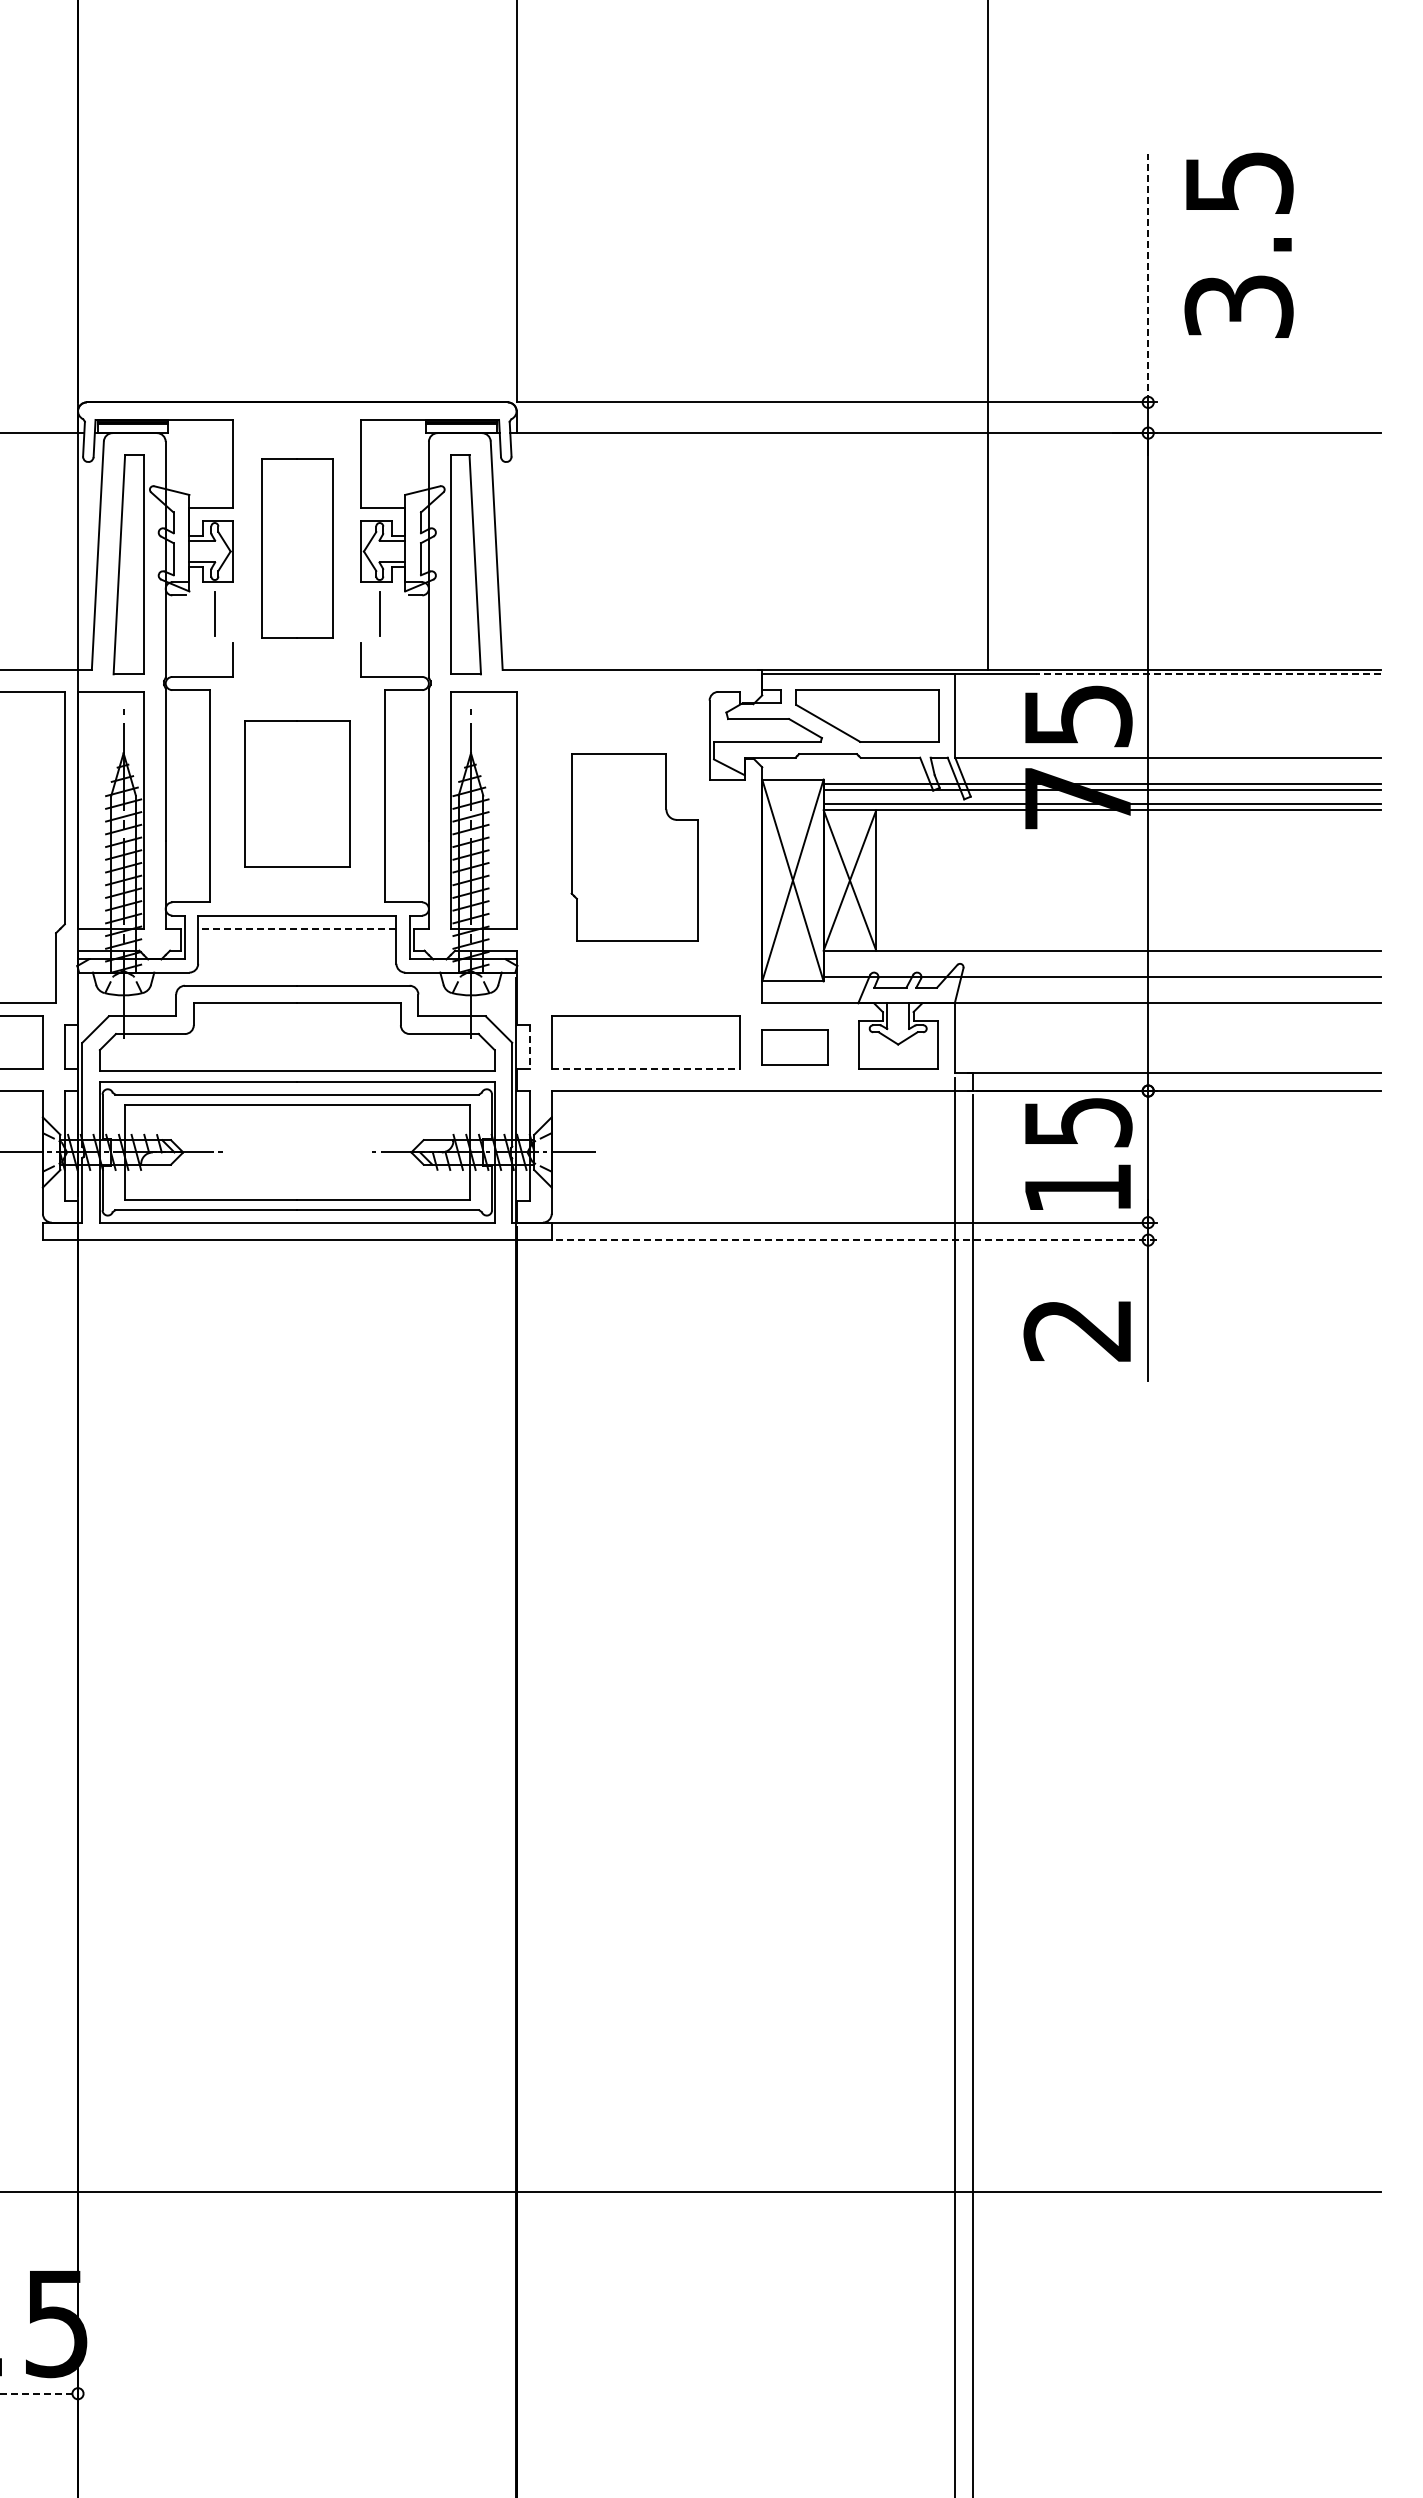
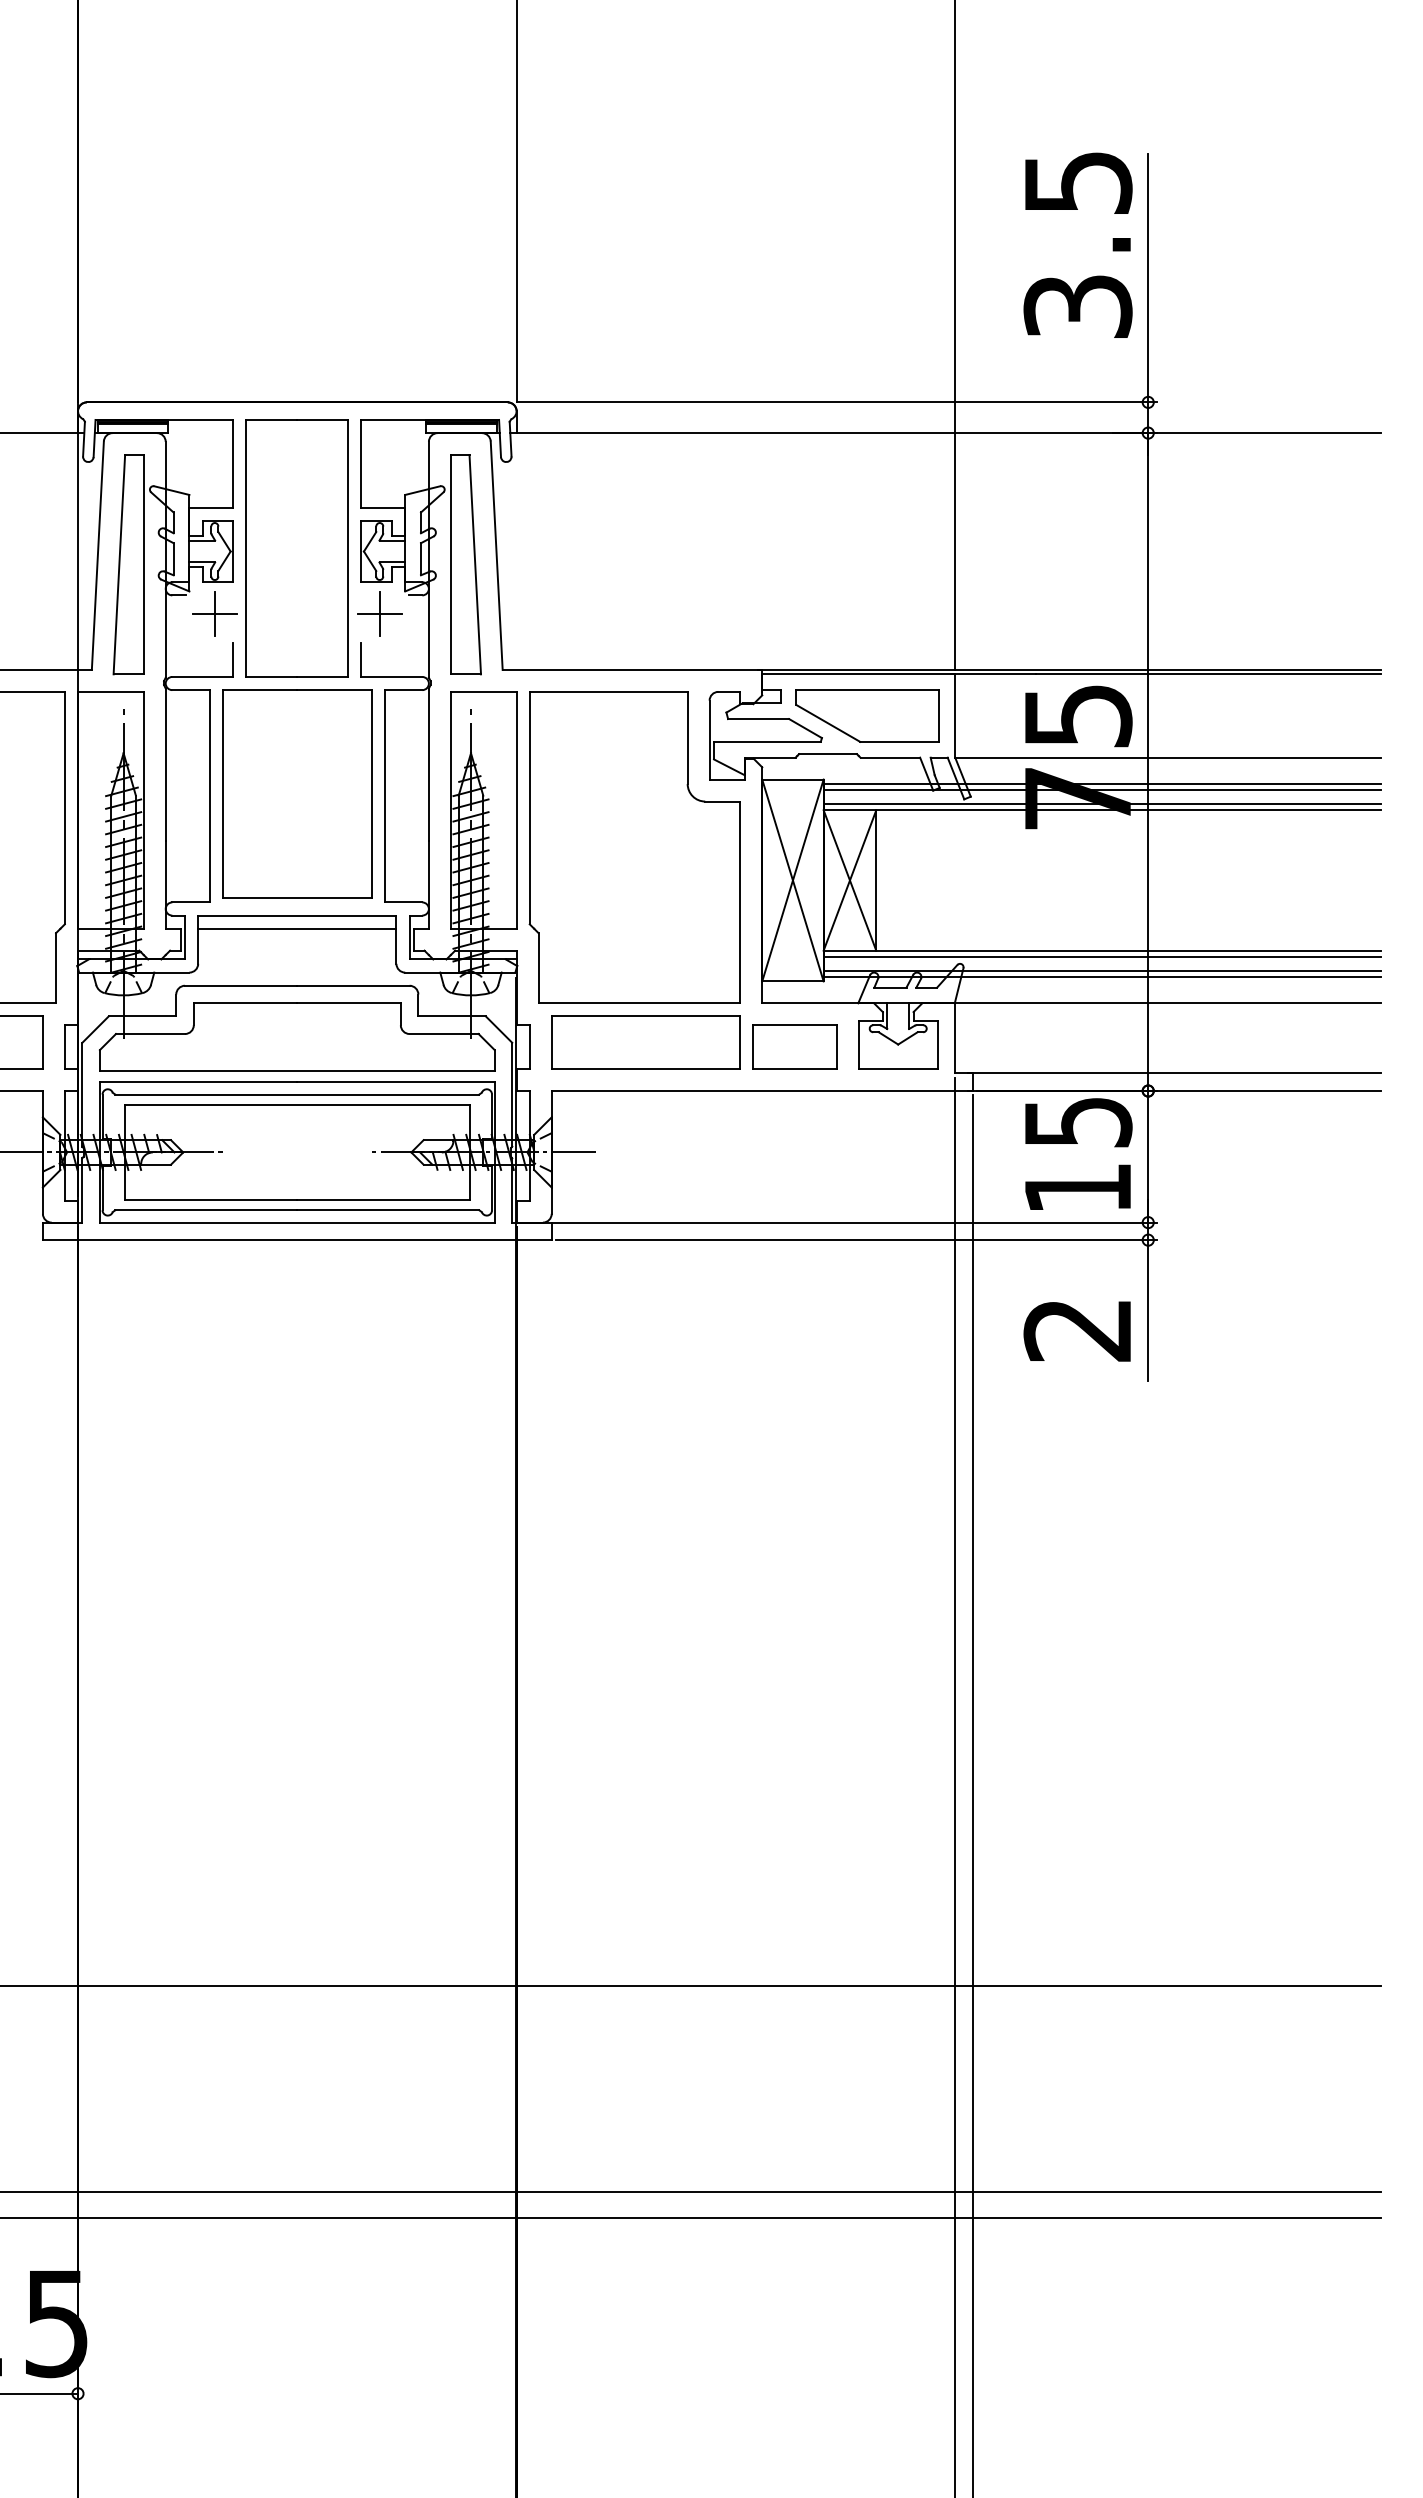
text at (1238, 244) position: (1238, 244) -> (1077, 244)
line at (1148, 277): dashed -> solid
line at (988, 335) position: (988, 335) -> (955, 335)
part at (297, 548) size: 73x181 px -> 104x259 px
line at (214, 613): none -> present
line at (379, 613): none -> present
line at (1208, 674): dashed -> solid
part at (297, 793) size: 107x148 px -> 151x210 px
part at (634, 847) size: 129x189 px -> 213x313 px
line at (296, 928): dashed -> solid
line at (1101, 956): none -> present
line at (1101, 970): none -> present
line at (529, 1047): dashed -> solid
part at (794, 1047) size: 68x37 px -> 86x46 px
line at (646, 1069): dashed -> solid
line at (857, 1240): dashed -> solid
line at (691, 1985): none -> present
line at (691, 2218): none -> present
line at (39, 2393): dashed -> solid
